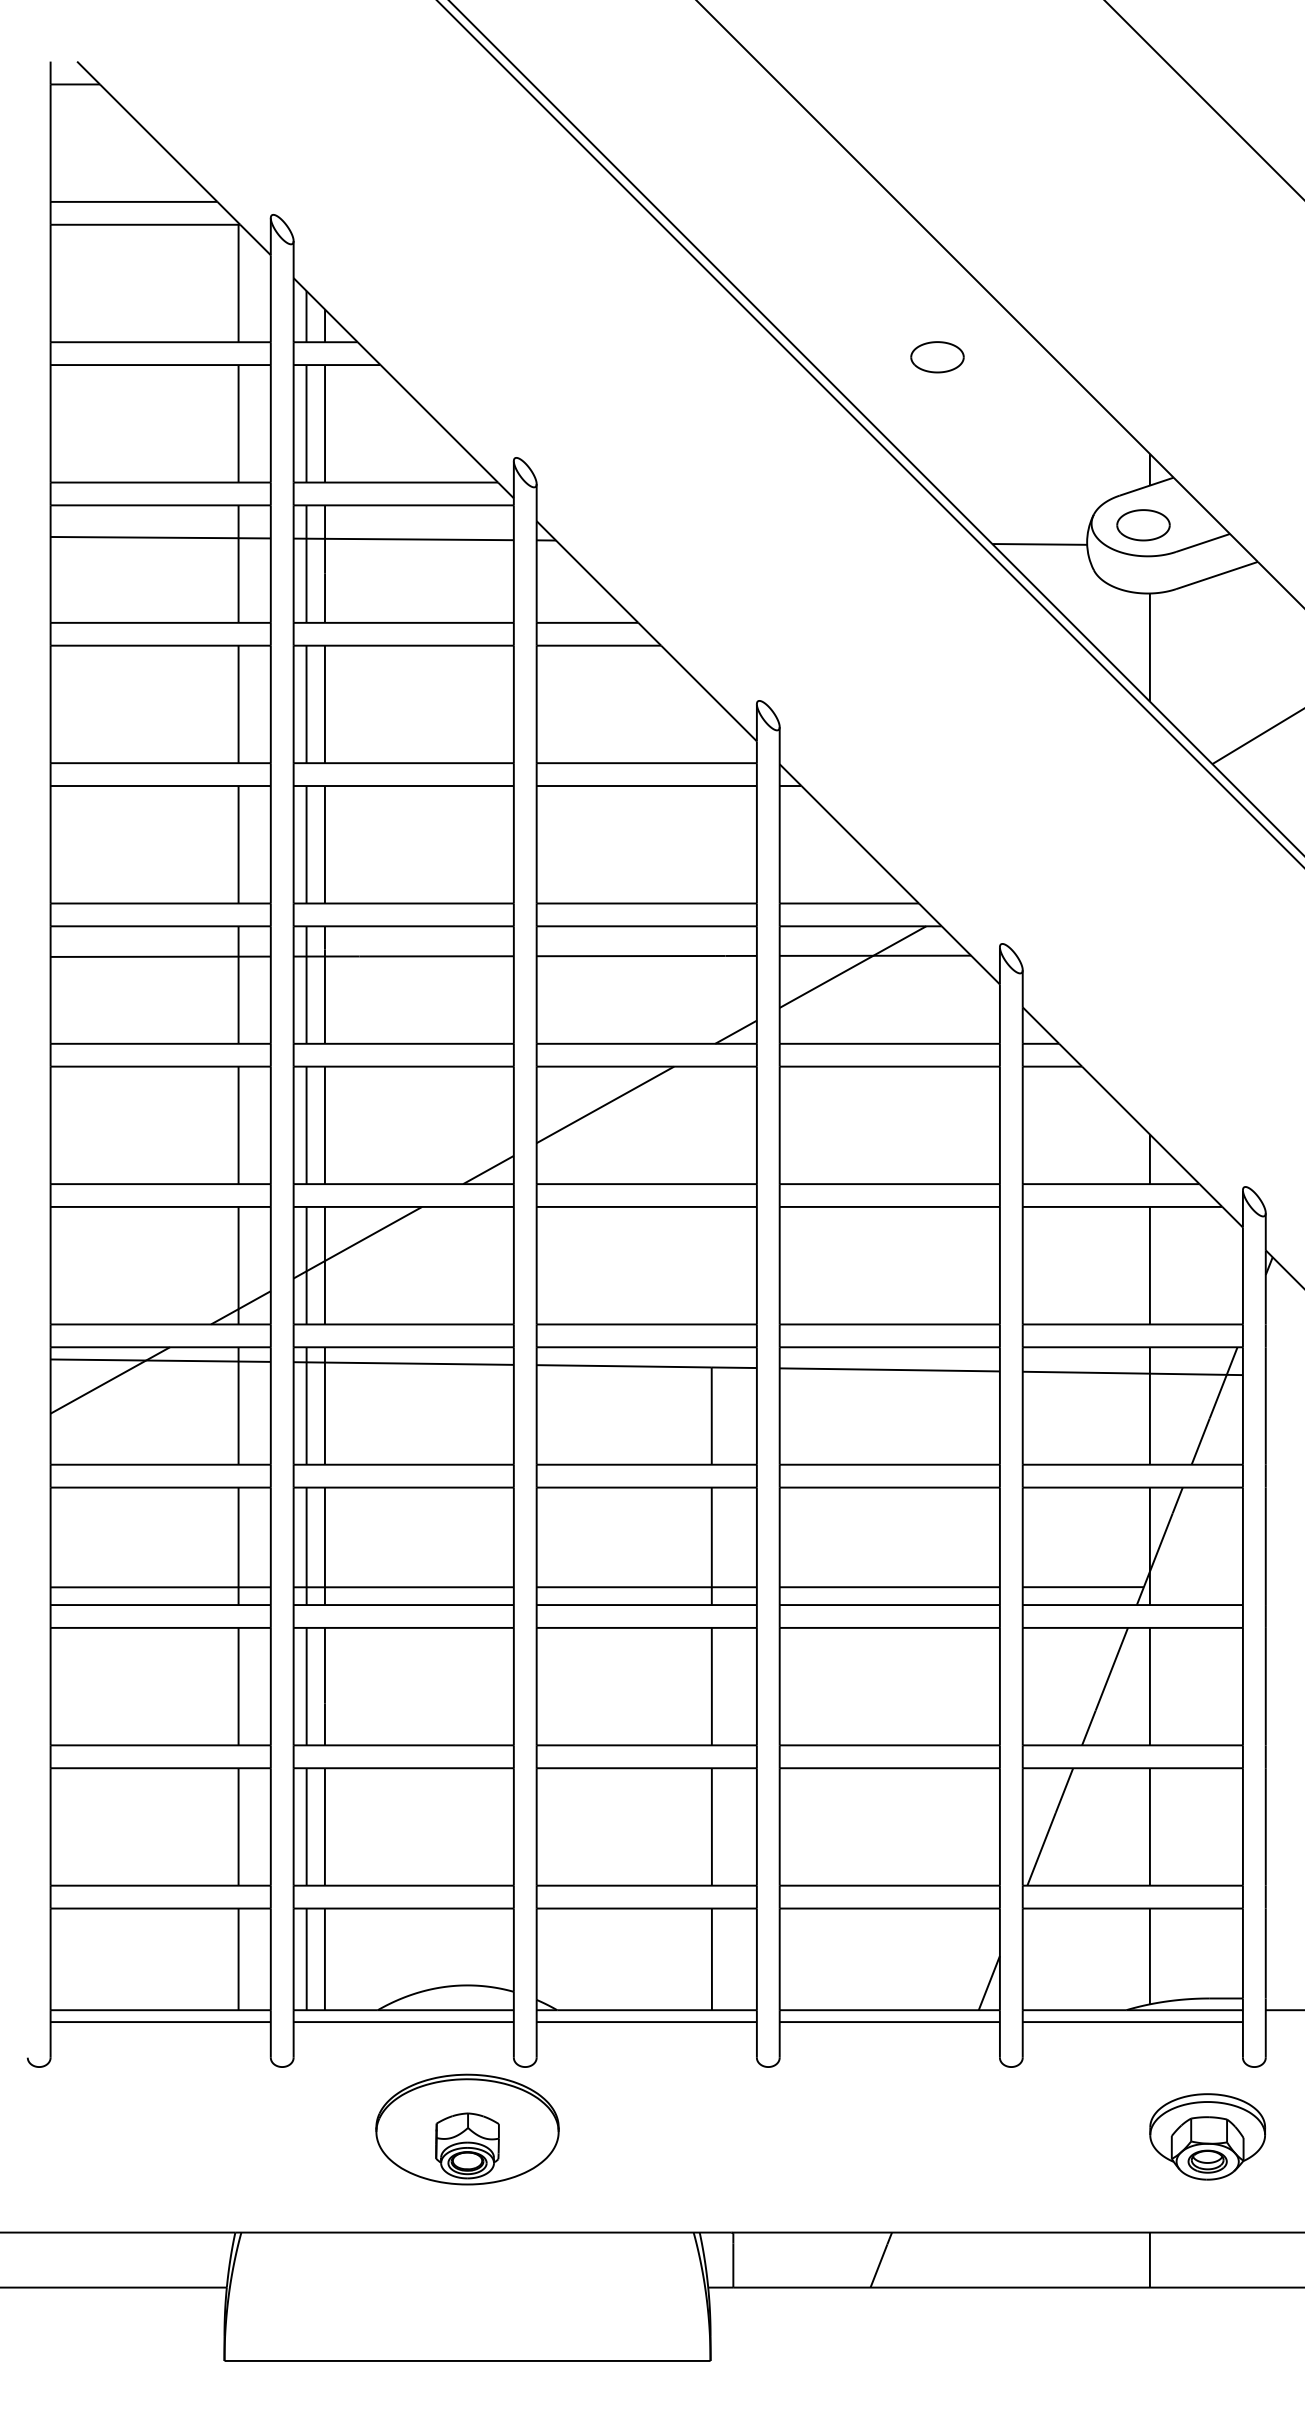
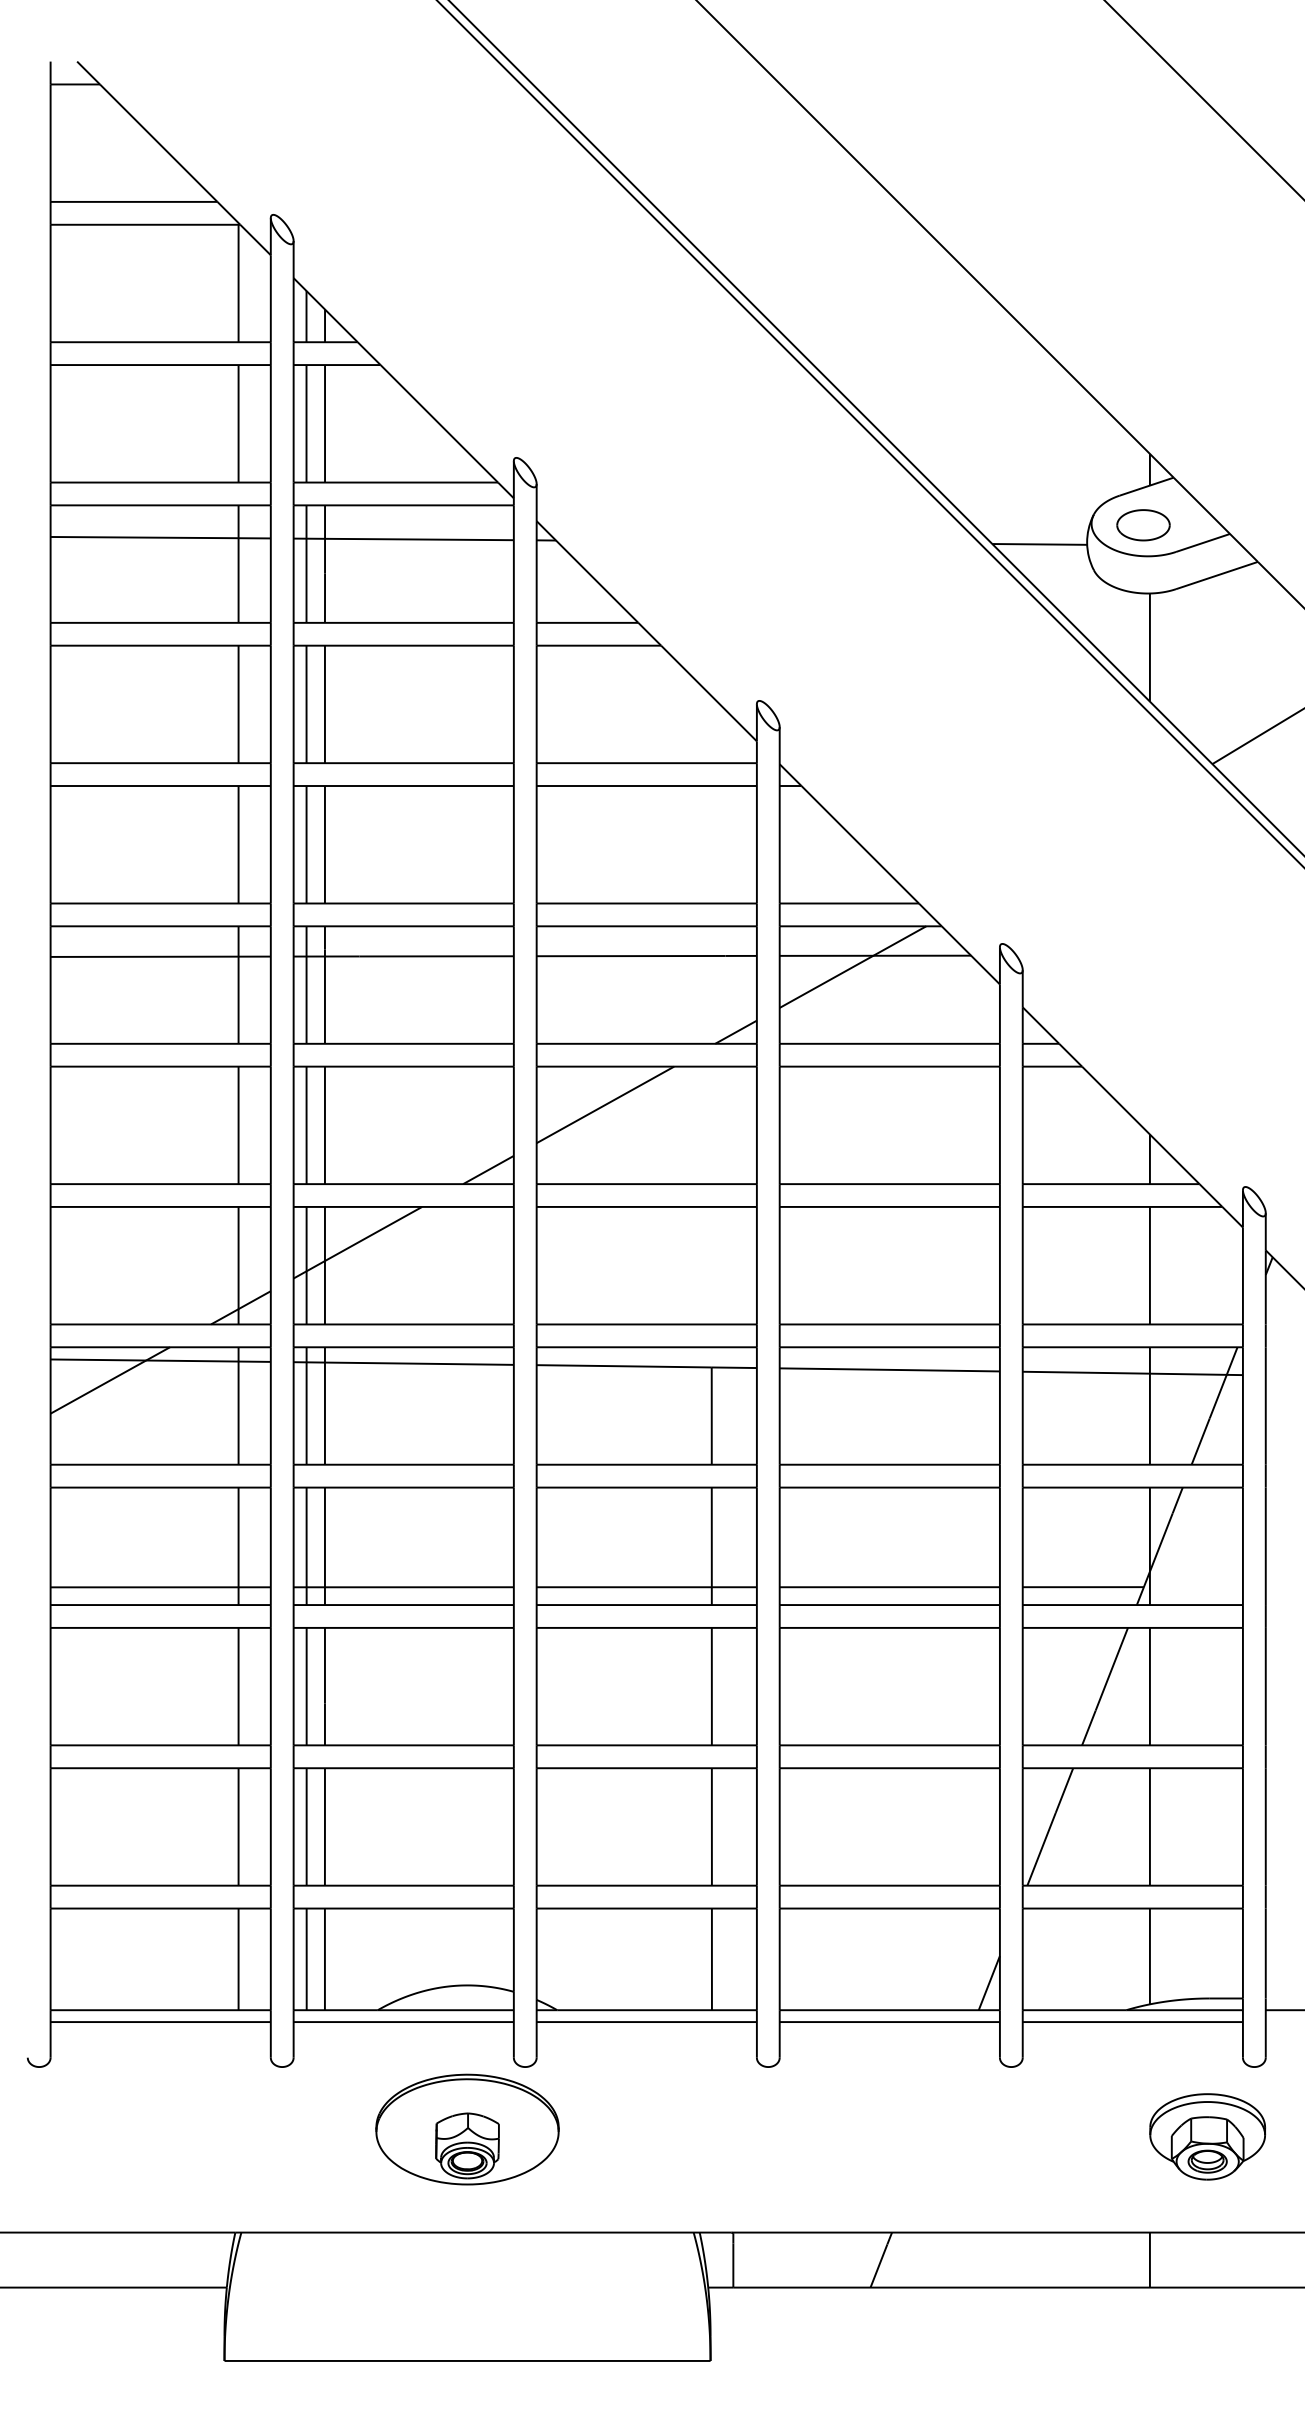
part at (937, 357): present -> none
